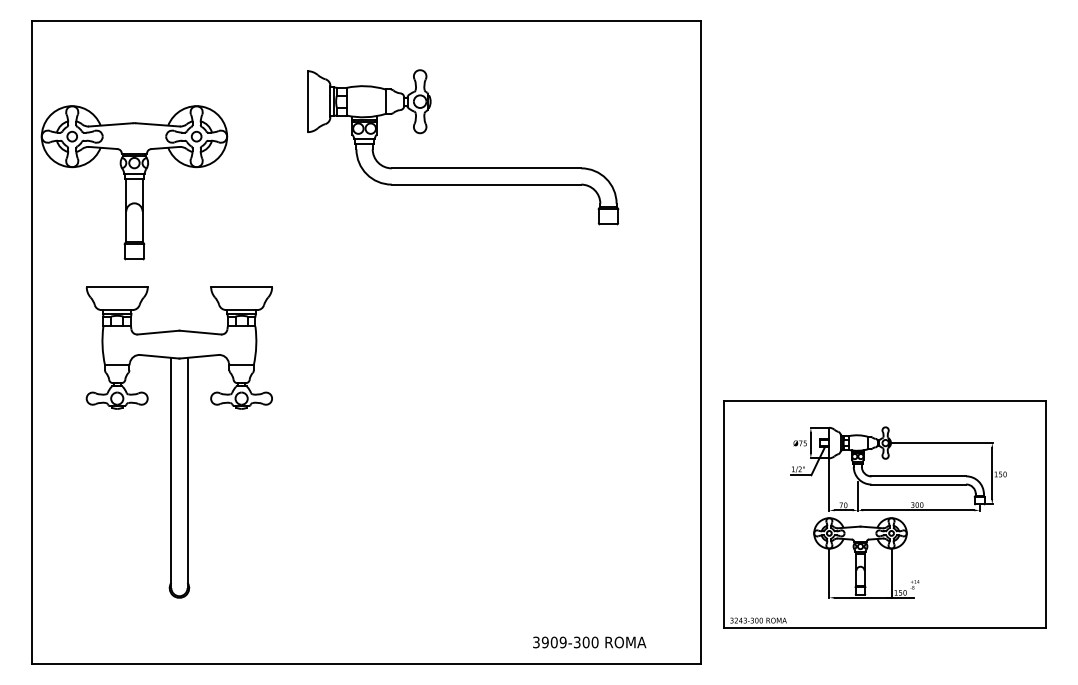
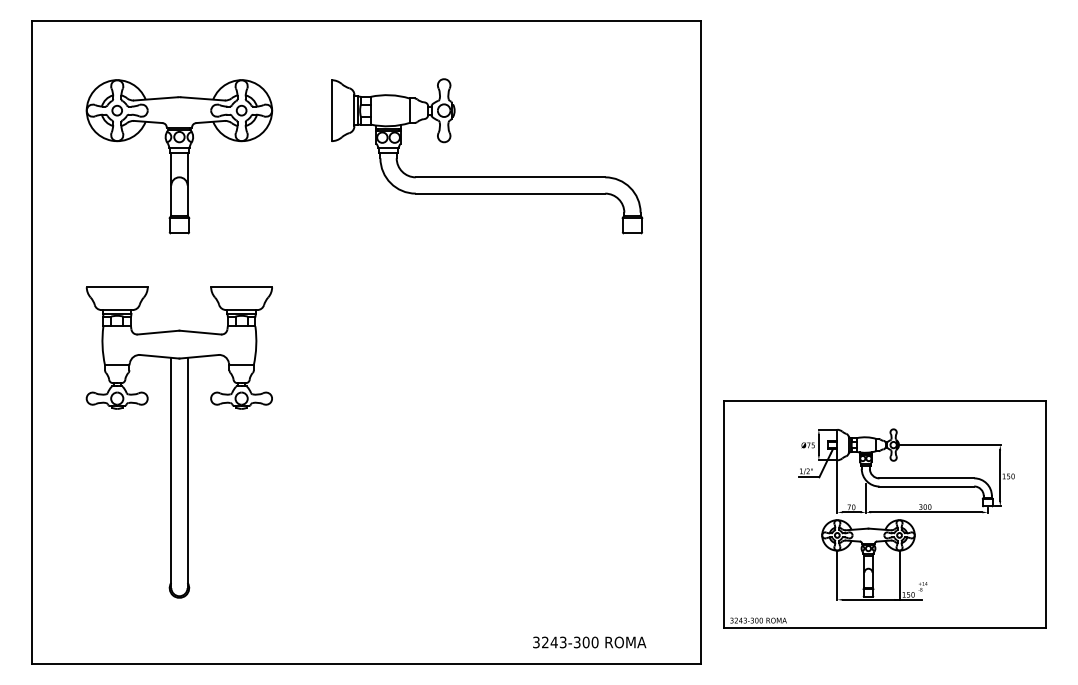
part at (463, 167) position: (463, 167) -> (487, 176)
part at (134, 182) position: (134, 182) -> (179, 156)
part at (898, 512) position: (898, 512) -> (906, 514)
text at (553, 642): 3909-300 -> 3243-300
